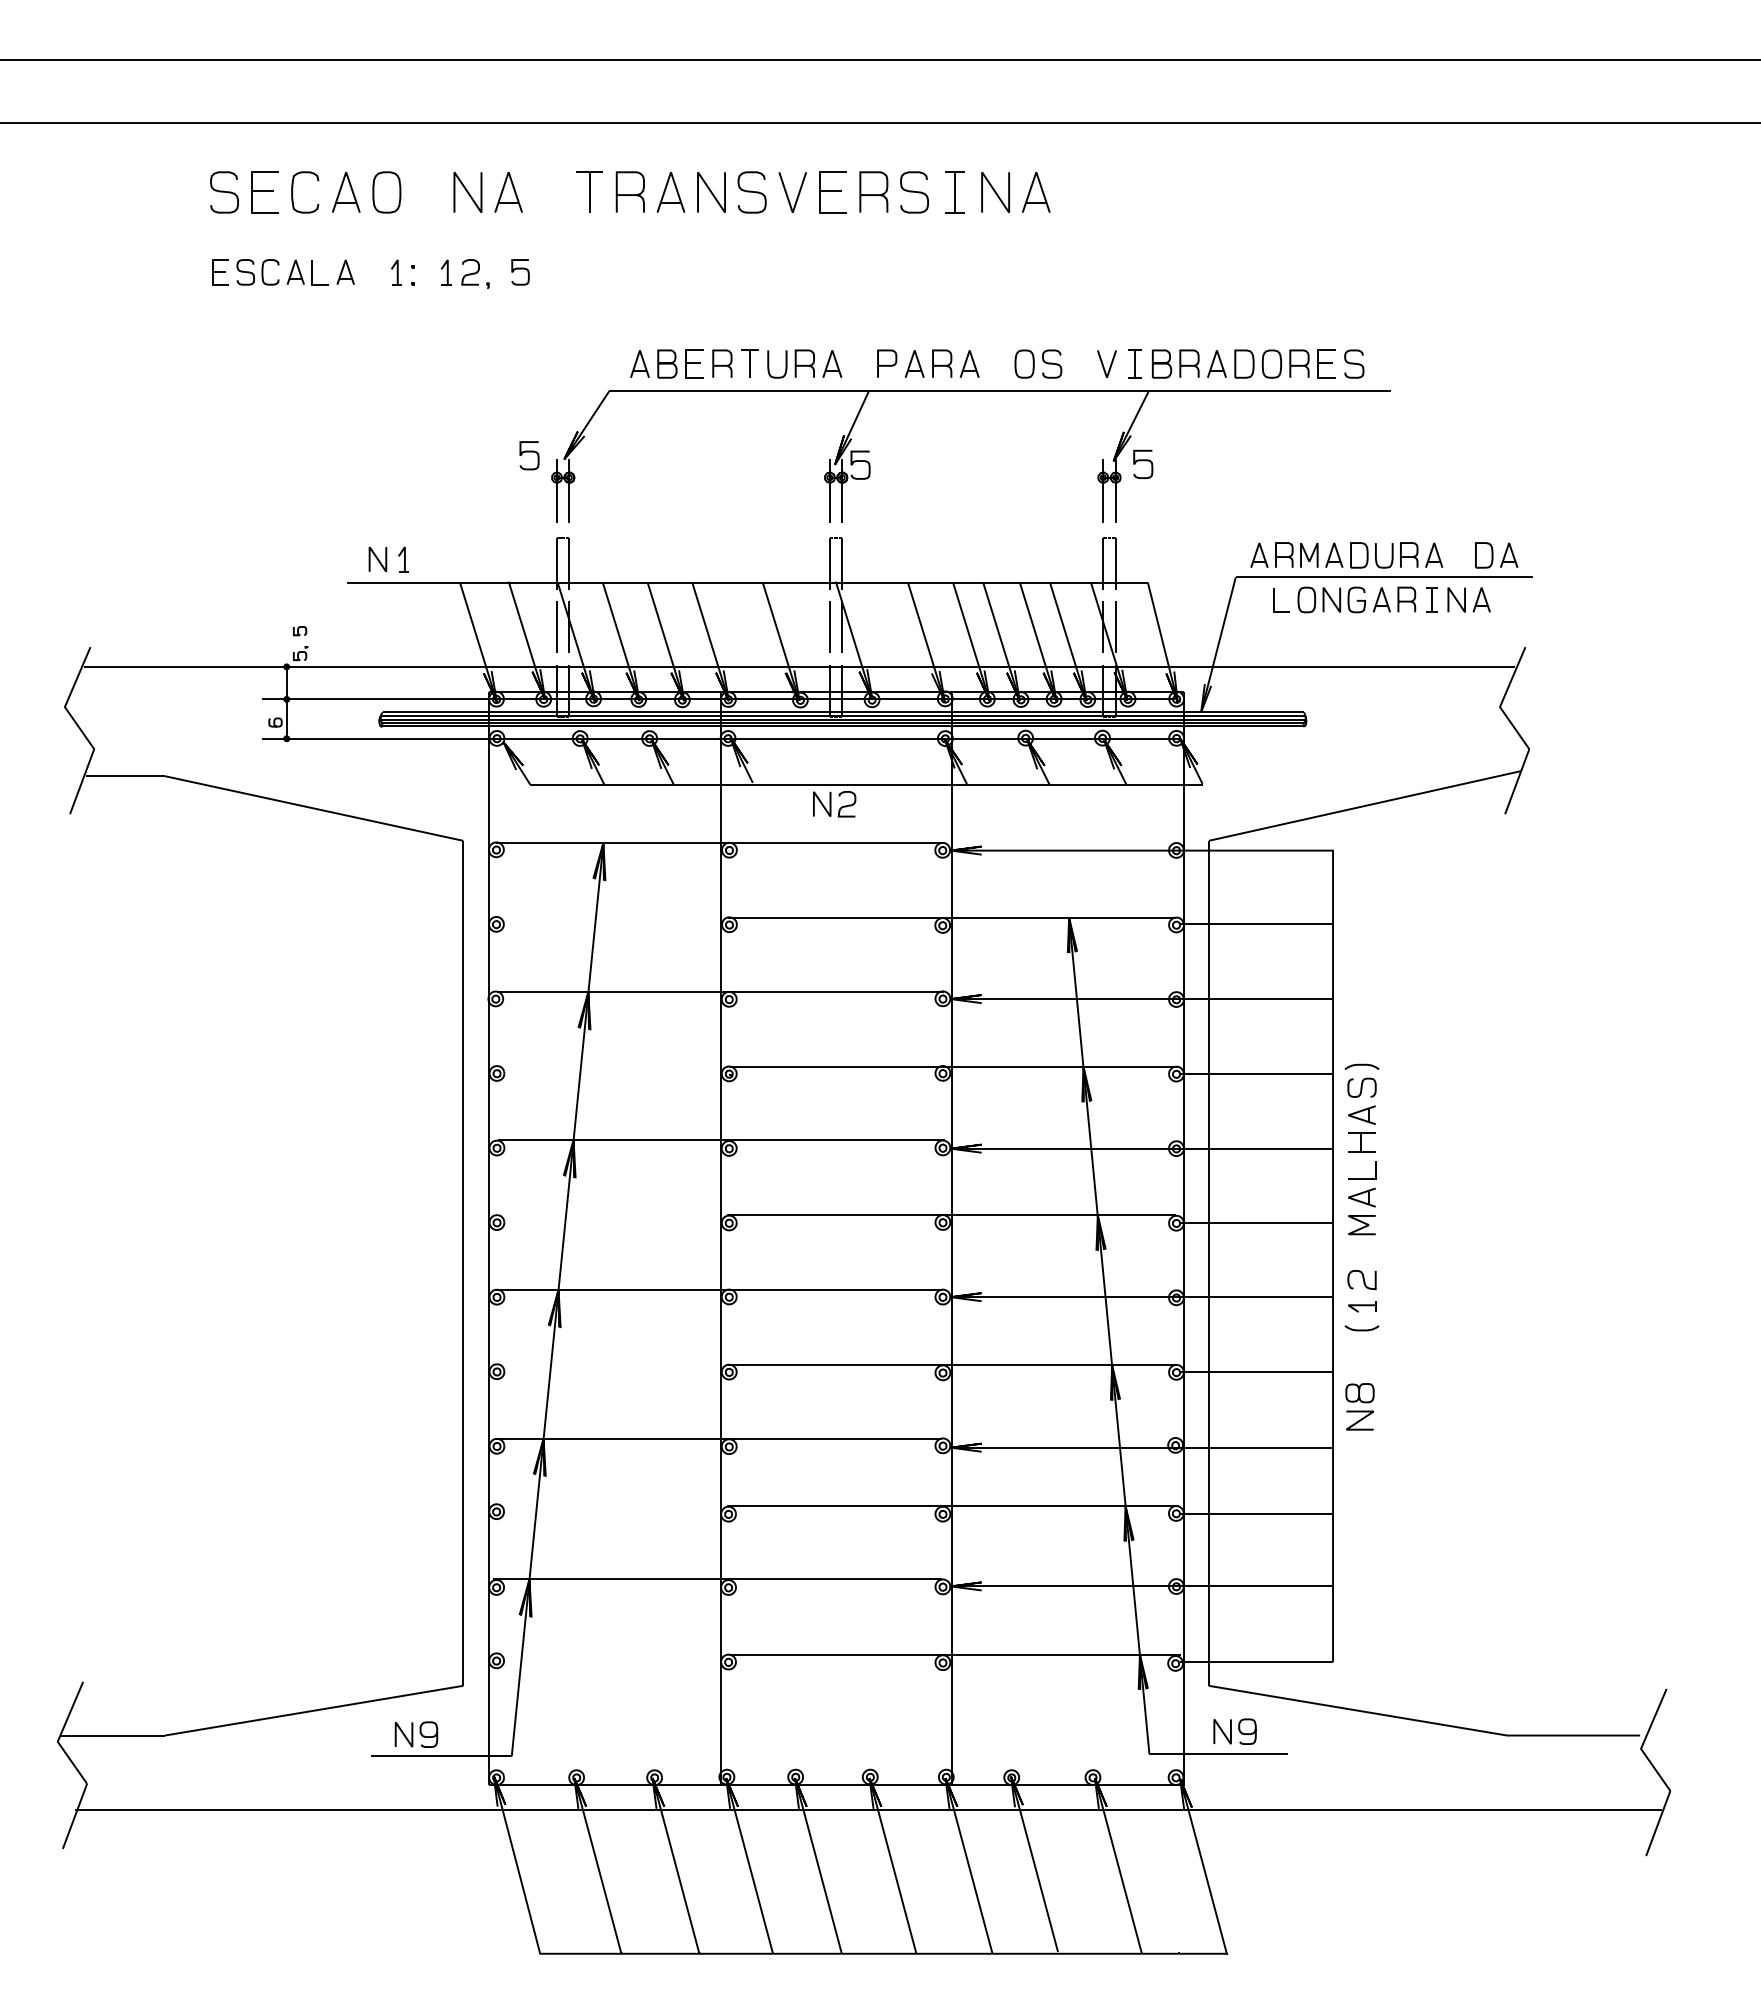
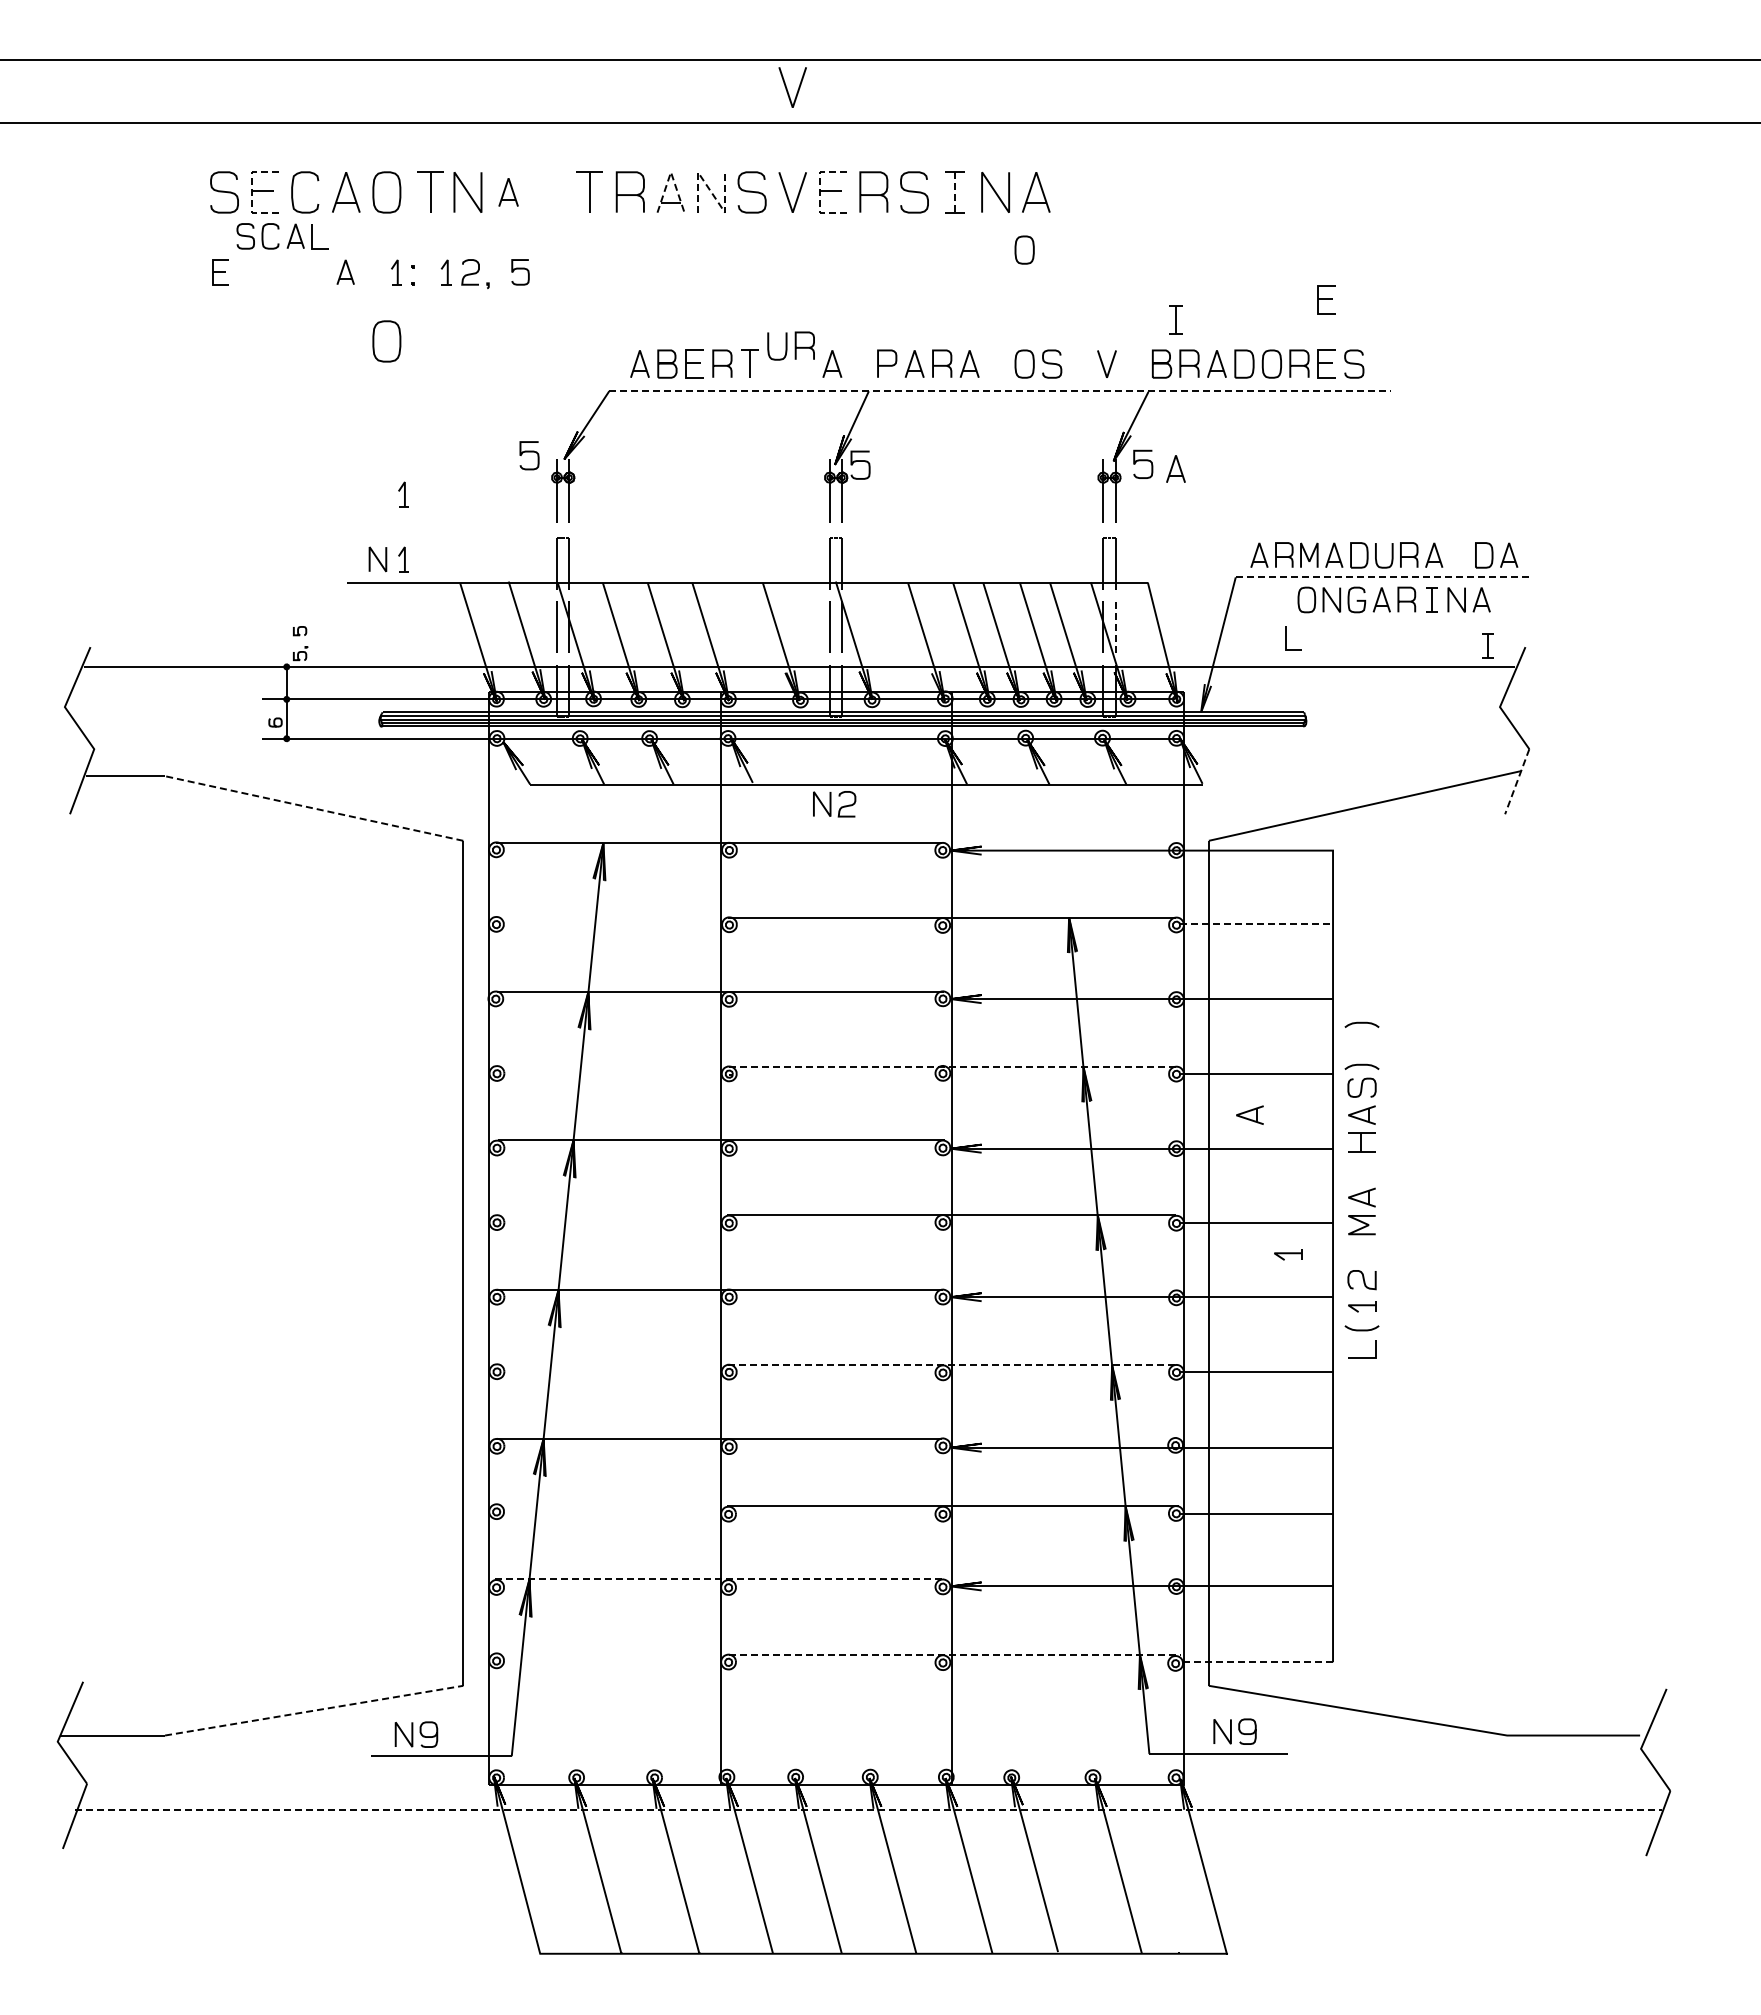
line at (787, 88): none -> present
line at (670, 172): solid -> dashed
line at (251, 191): solid -> dashed
part at (430, 191): none -> present
line at (819, 191): solid -> dashed
part at (508, 192) size: 29x41 px -> 21x29 px
line at (711, 192): solid -> dashed
line at (955, 192): solid -> dashed
part at (1024, 249): none -> present
part at (279, 265) position: (279, 265) -> (279, 229)
part at (1326, 299): none -> present
part at (386, 341): none -> present
part at (790, 363) position: (790, 363) -> (790, 345)
part at (1134, 363) position: (1134, 363) -> (1175, 319)
line at (1000, 391): solid -> dashed
part at (1175, 468): none -> present
part at (403, 494): none -> present
line at (1384, 577): solid -> dashed
line at (1274, 600) position: (1274, 600) -> (1286, 638)
line at (1115, 626): solid -> dashed
part at (1487, 645): none -> present
line at (1517, 781): solid -> dashed
line at (314, 808): solid -> dashed
line at (1257, 924): solid -> dashed
curve at (1361, 1023): none -> present
line at (954, 1067): solid -> dashed
part at (1249, 1114): none -> present
line at (1362, 1178) position: (1362, 1178) -> (1362, 1357)
part at (1288, 1254): none -> present
line at (952, 1365): solid -> dashed
part at (1359, 1406): present -> none
line at (717, 1579): solid -> dashed
line at (955, 1654): solid -> dashed
line at (1256, 1662): solid -> dashed
line at (314, 1710): solid -> dashed
line at (869, 1810): solid -> dashed
